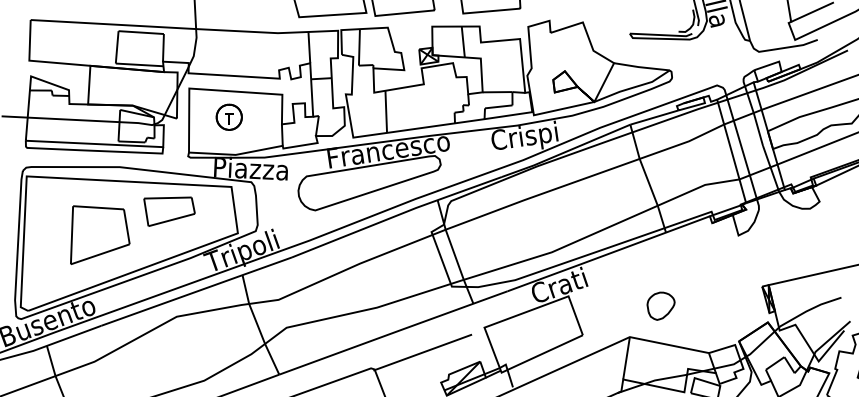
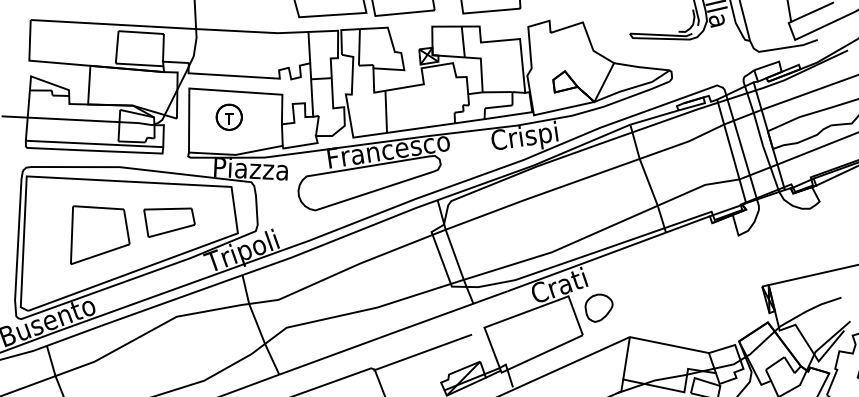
part at (169, 211) position: (169, 211) -> (169, 222)
part at (660, 305) position: (660, 305) -> (598, 307)
